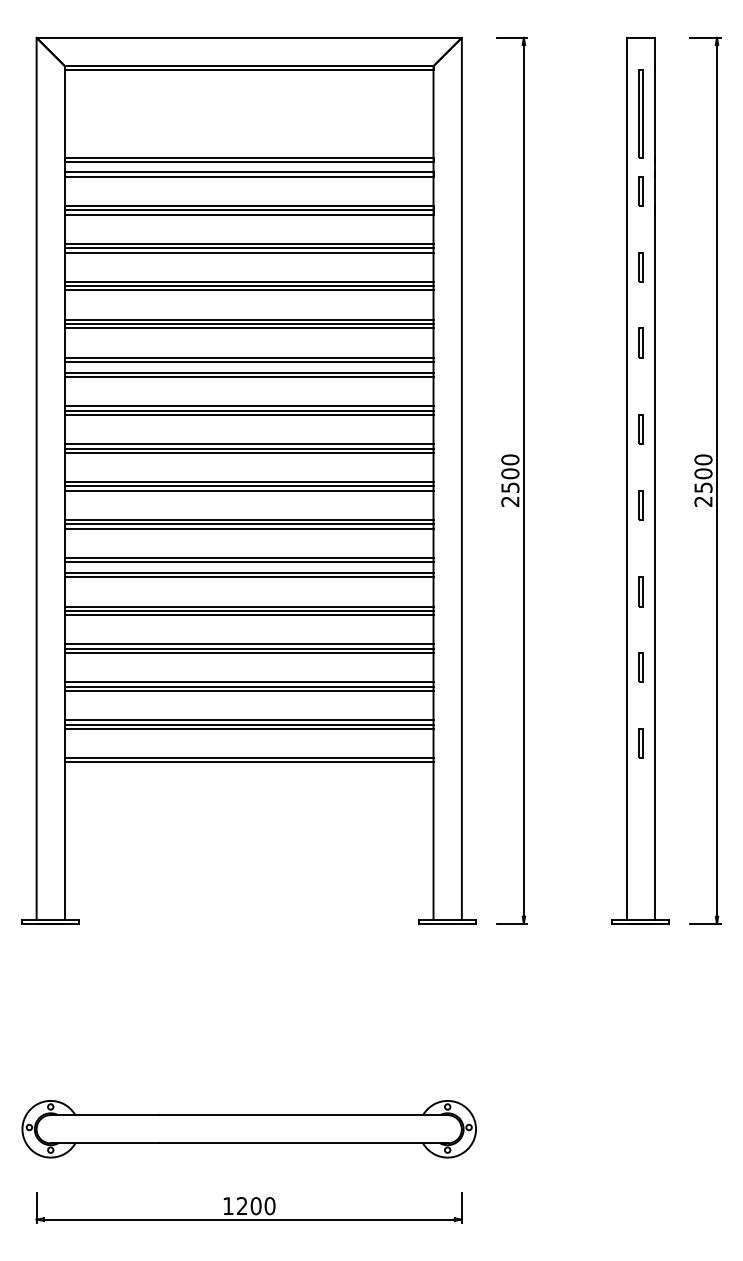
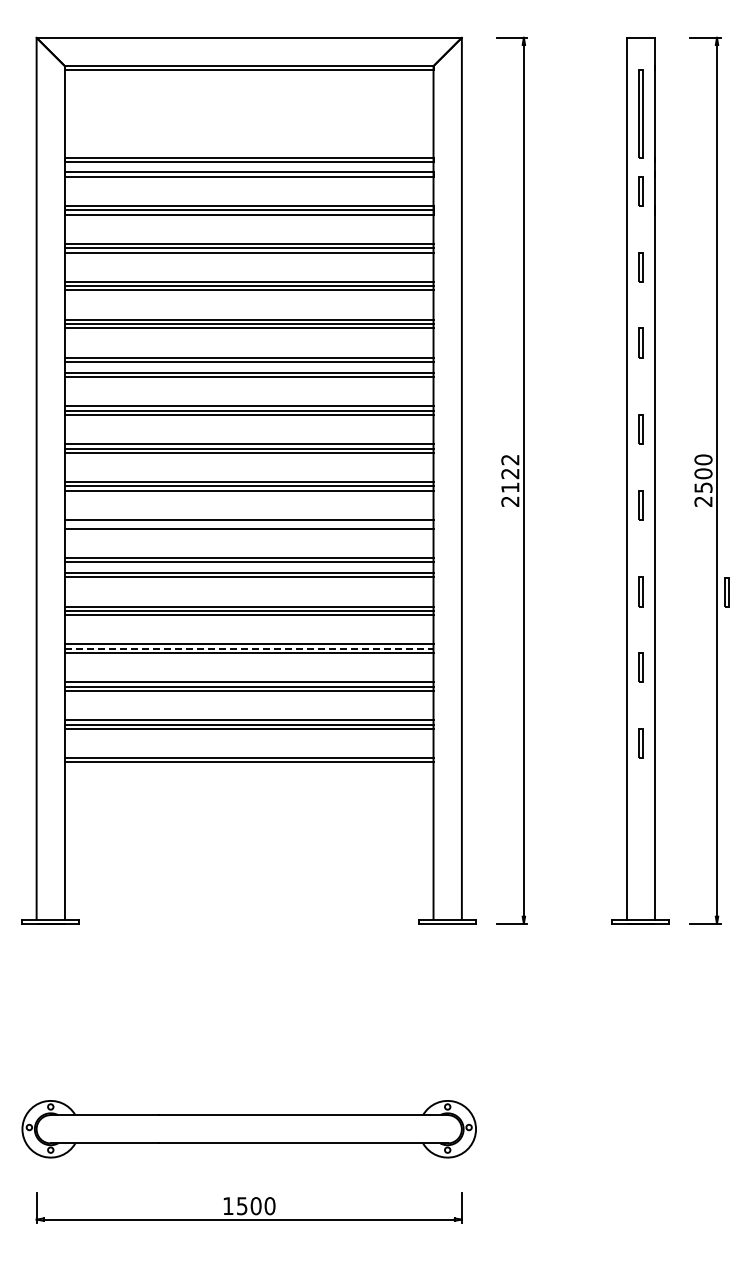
text at (510, 473): 2500 -> 2122
line at (248, 524): present -> none
part at (726, 592): none -> present
line at (249, 648): solid -> dashed
text at (242, 1206): 1200 -> 1500
